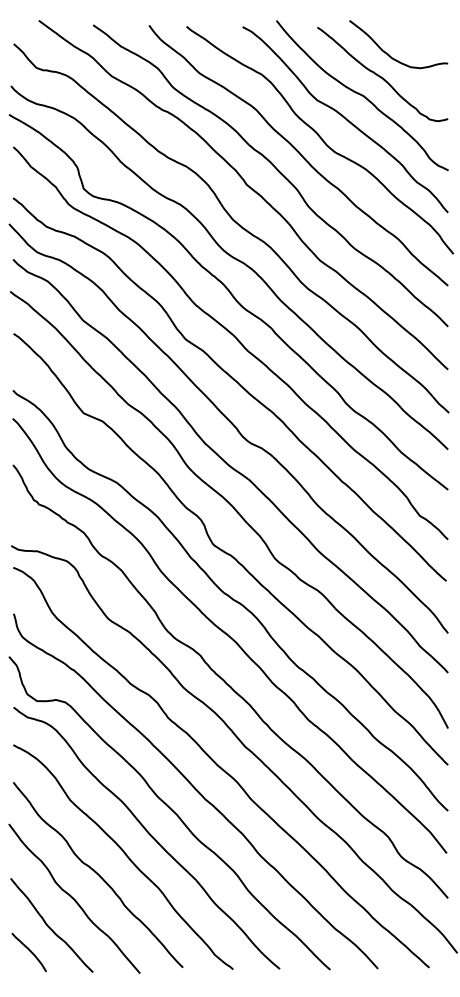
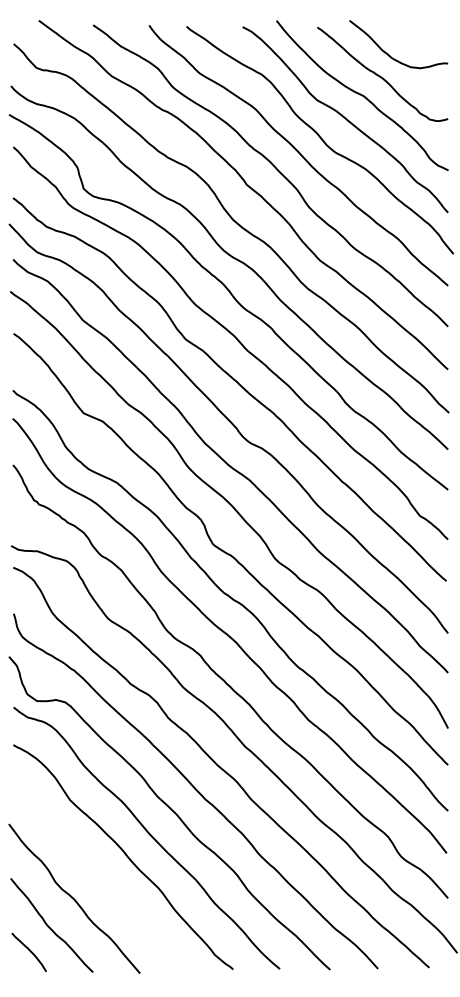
curve at (98, 875): present -> none
